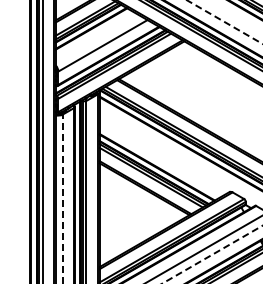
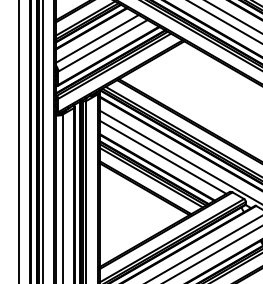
line at (233, 17): none -> present
line at (225, 22): dashed -> solid
line at (96, 38): none -> present
line at (18, 141): none -> present
line at (162, 156): none -> present
line at (179, 156): none -> present
line at (62, 198): dashed -> solid
line at (212, 254): dashed -> solid
